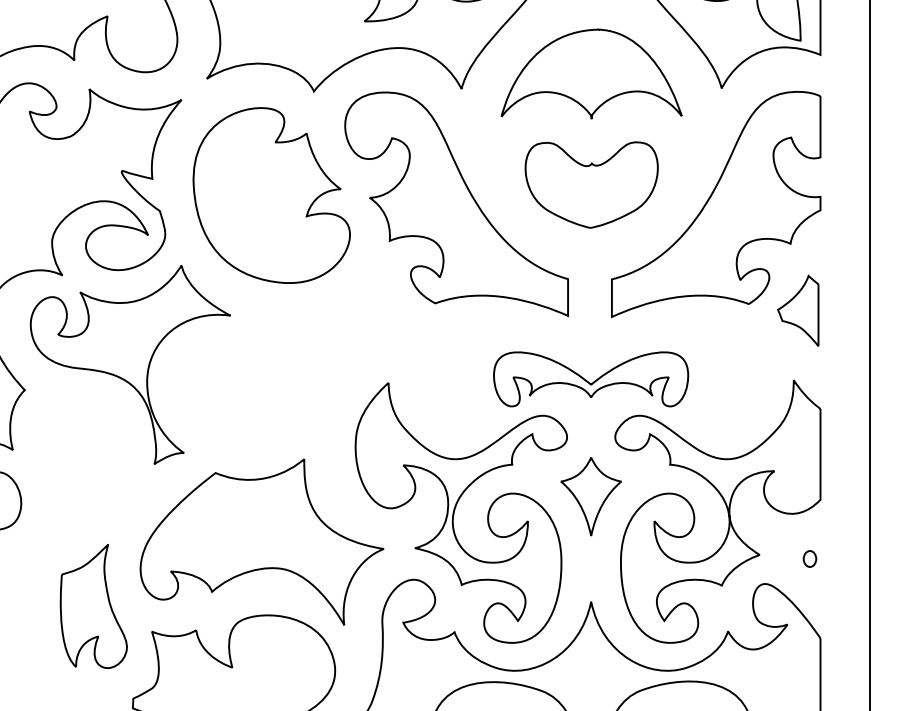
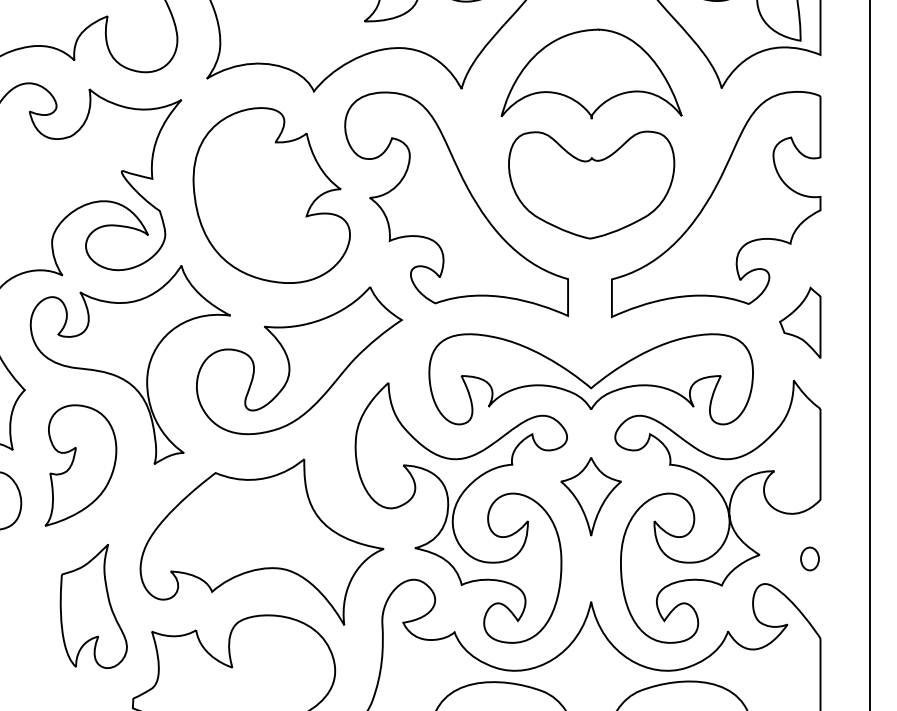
part at (591, 184) size: 135x88 px -> 168x110 px
part at (798, 310) position: (798, 310) -> (800, 322)
part at (299, 360): none -> present
part at (591, 379) size: 197x57 px -> 326x93 px
part at (80, 465): none -> present
part at (809, 558) size: 16x18 px -> 20x26 px
